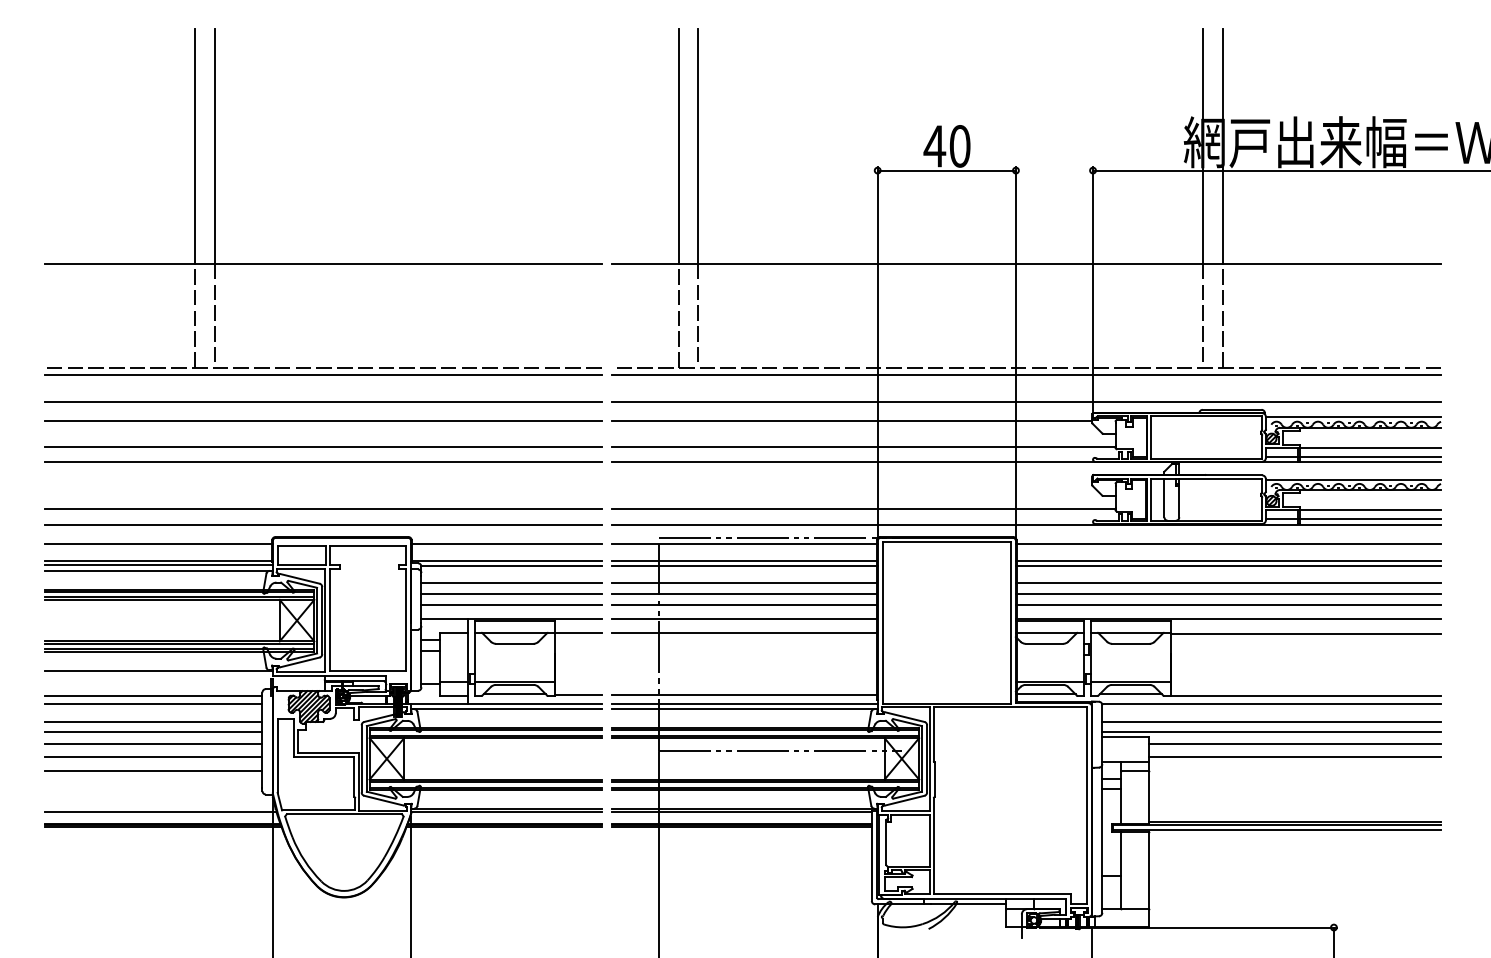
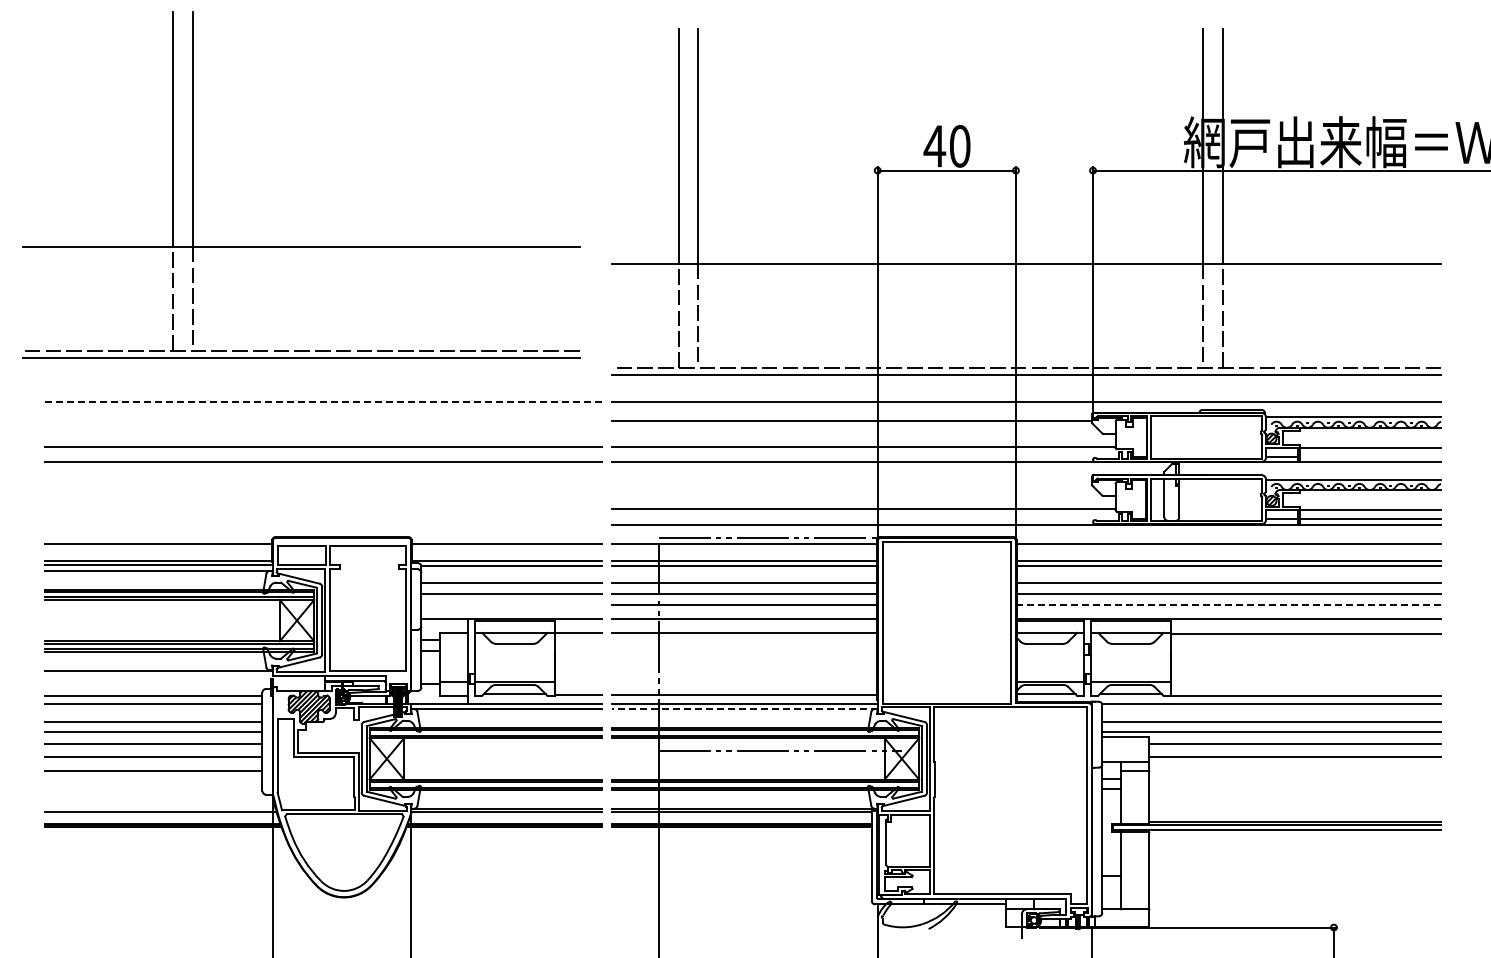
part at (323, 263) position: (323, 263) -> (301, 246)
line at (322, 402): solid -> dashed
line at (322, 420): present -> none
line at (1370, 457): present -> none
line at (323, 508): present -> none
line at (322, 524): present -> none
line at (511, 605): present -> none
line at (1228, 605): solid -> dashed
line at (744, 708): solid -> dashed
